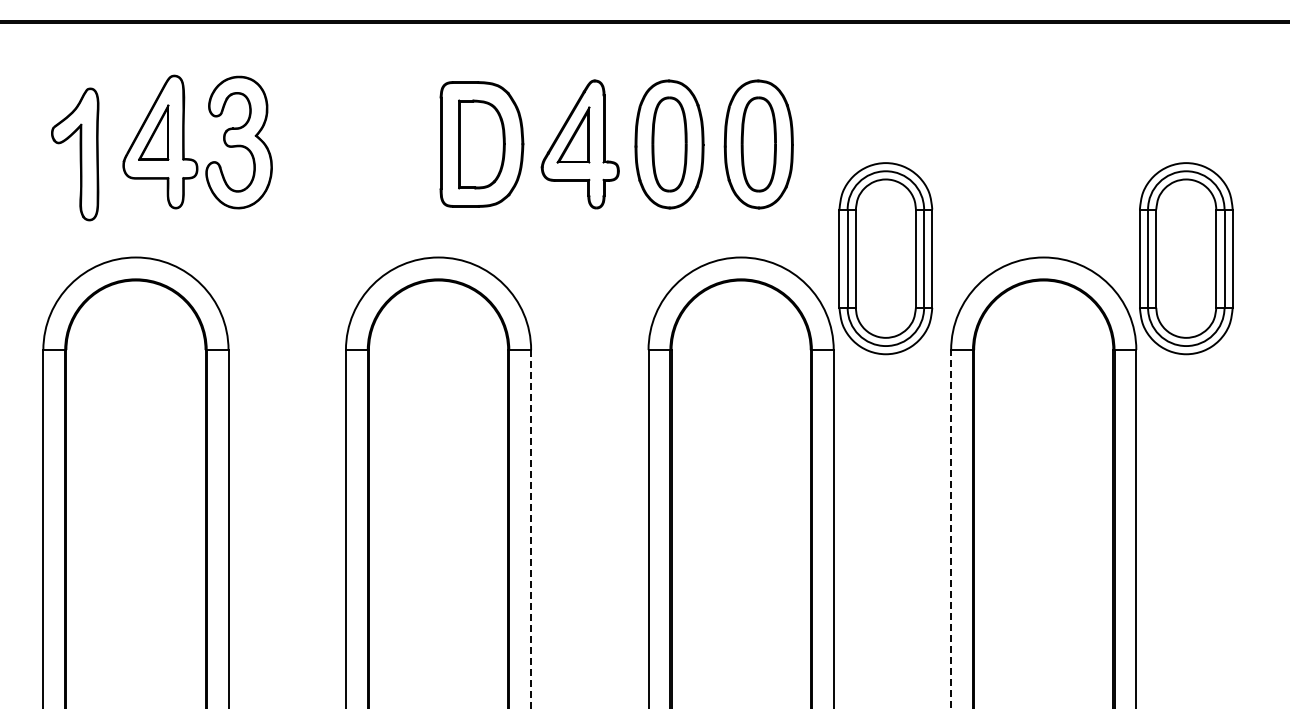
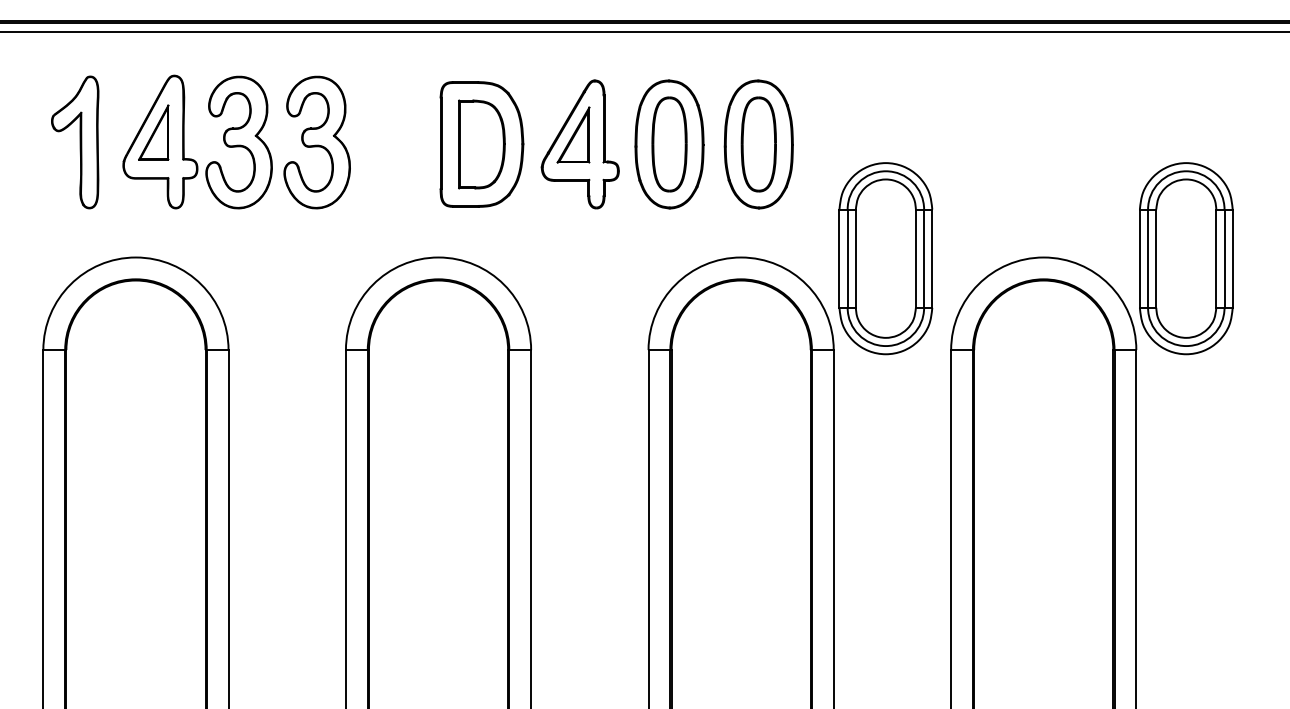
line at (644, 31): none -> present
part at (316, 142): none -> present
part at (75, 154) position: (75, 154) -> (75, 142)
line at (951, 529): dashed -> solid
line at (531, 530): dashed -> solid
